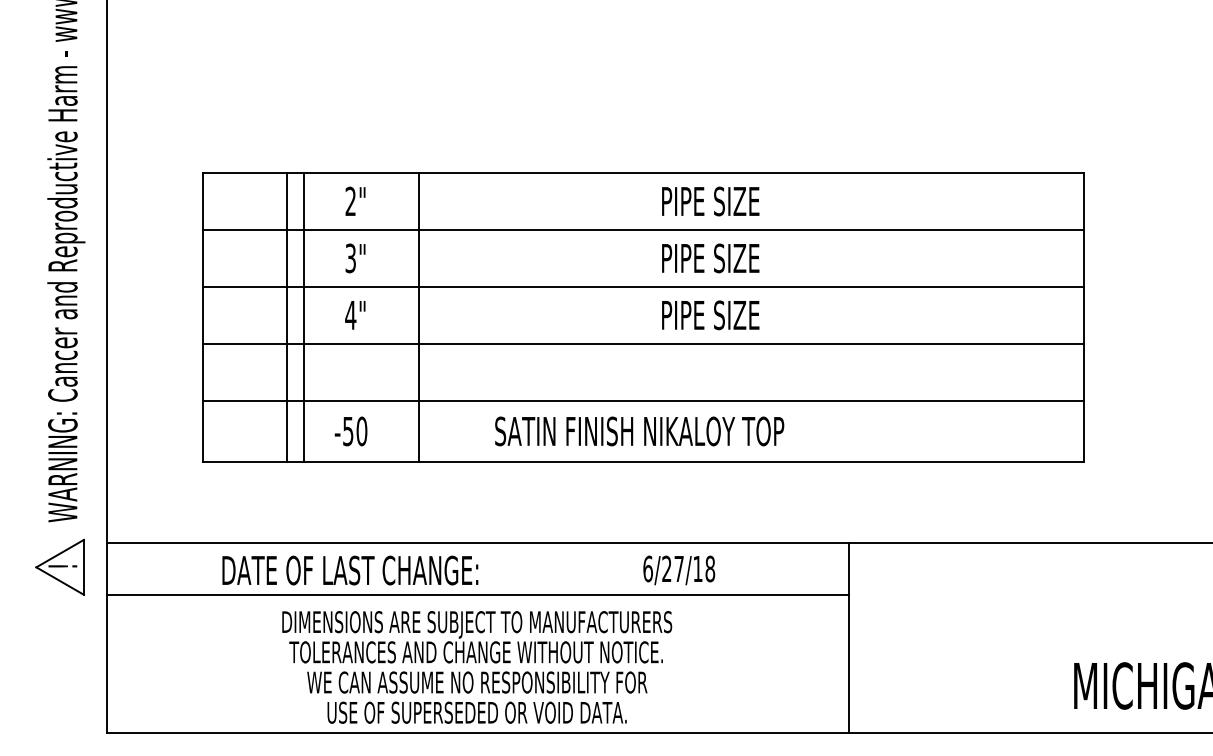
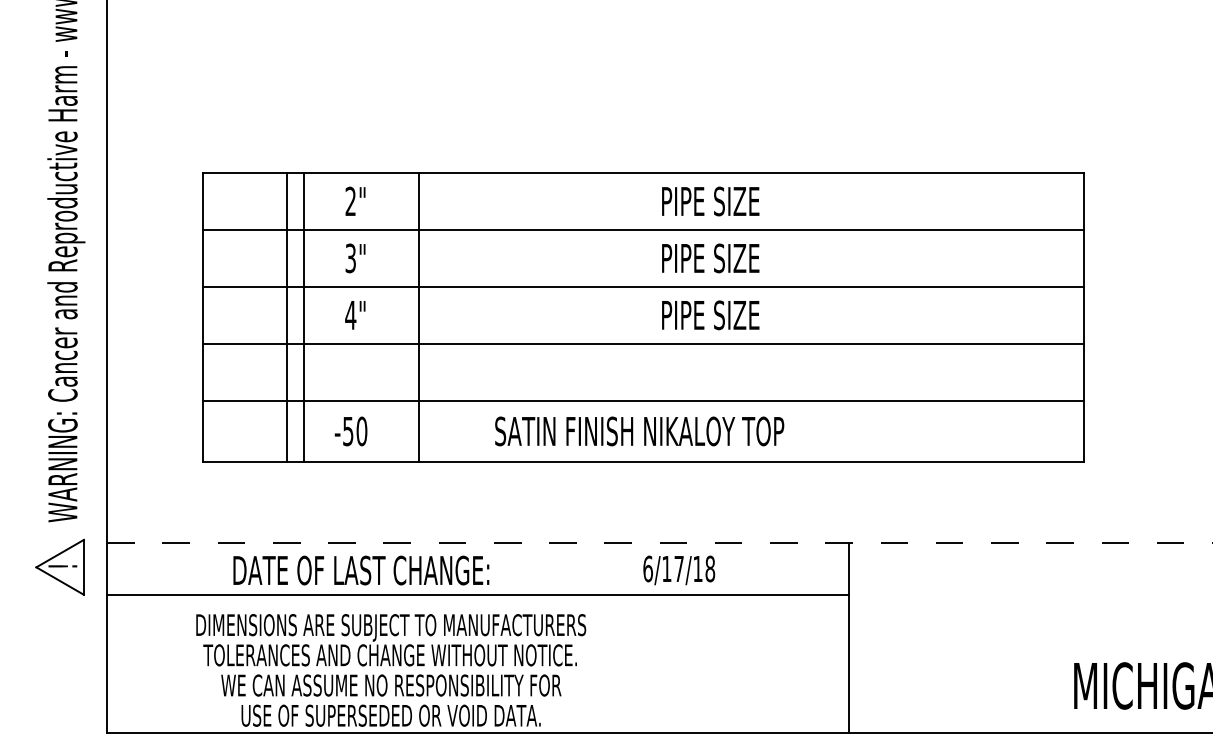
line at (660, 543): solid -> dashed
text at (666, 568): 6/27/18 -> 6/17/18
text at (350, 570) position: (350, 570) -> (361, 570)
text at (477, 667) position: (477, 667) -> (391, 670)
